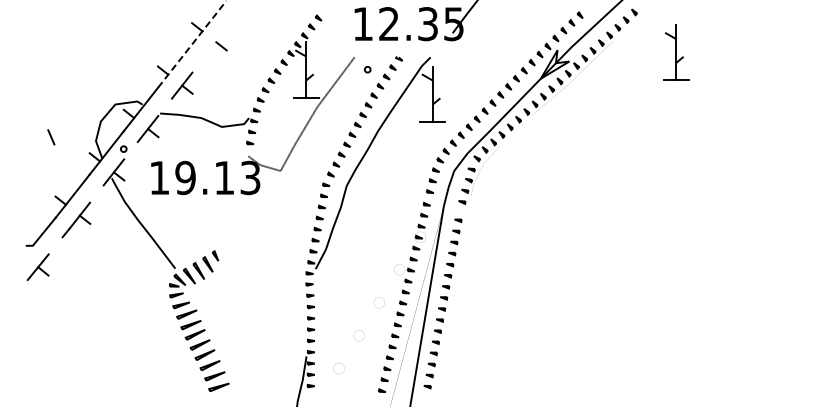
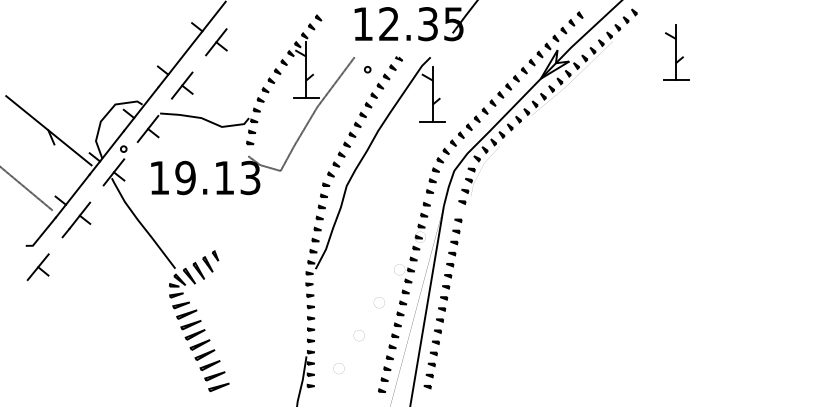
line at (216, 42): none -> present
line at (192, 44): dashed -> solid
line at (48, 130): none -> present
line at (27, 189): none -> present
